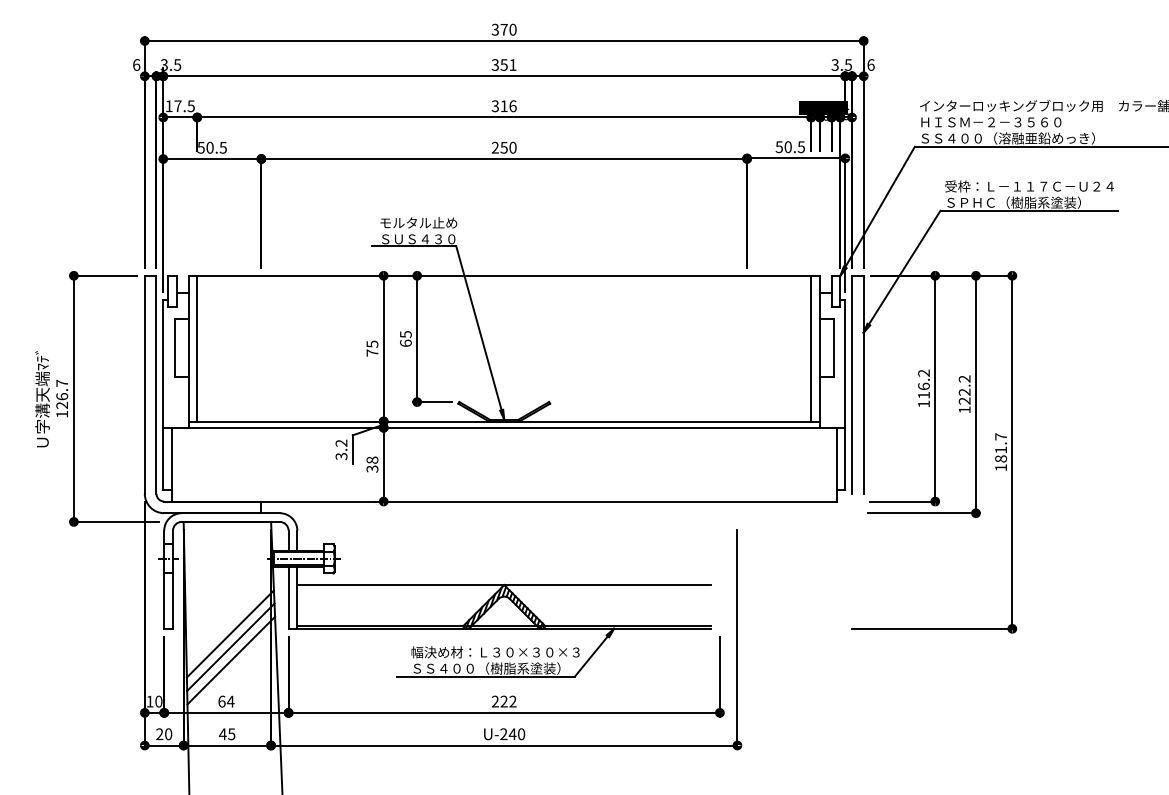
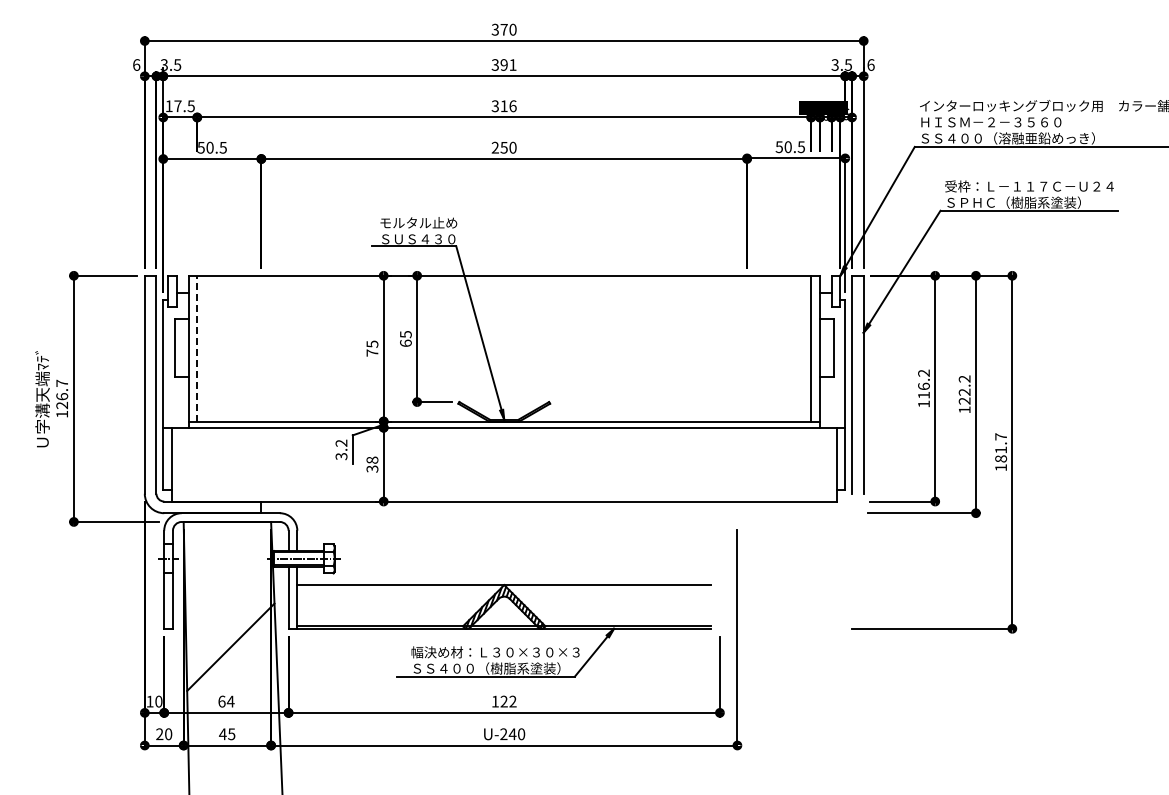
text at (503, 64): 351 -> 391
line at (197, 348): solid -> dashed
line at (229, 633): present -> none
line at (231, 660): present -> none
text at (494, 701): 222 -> 122
